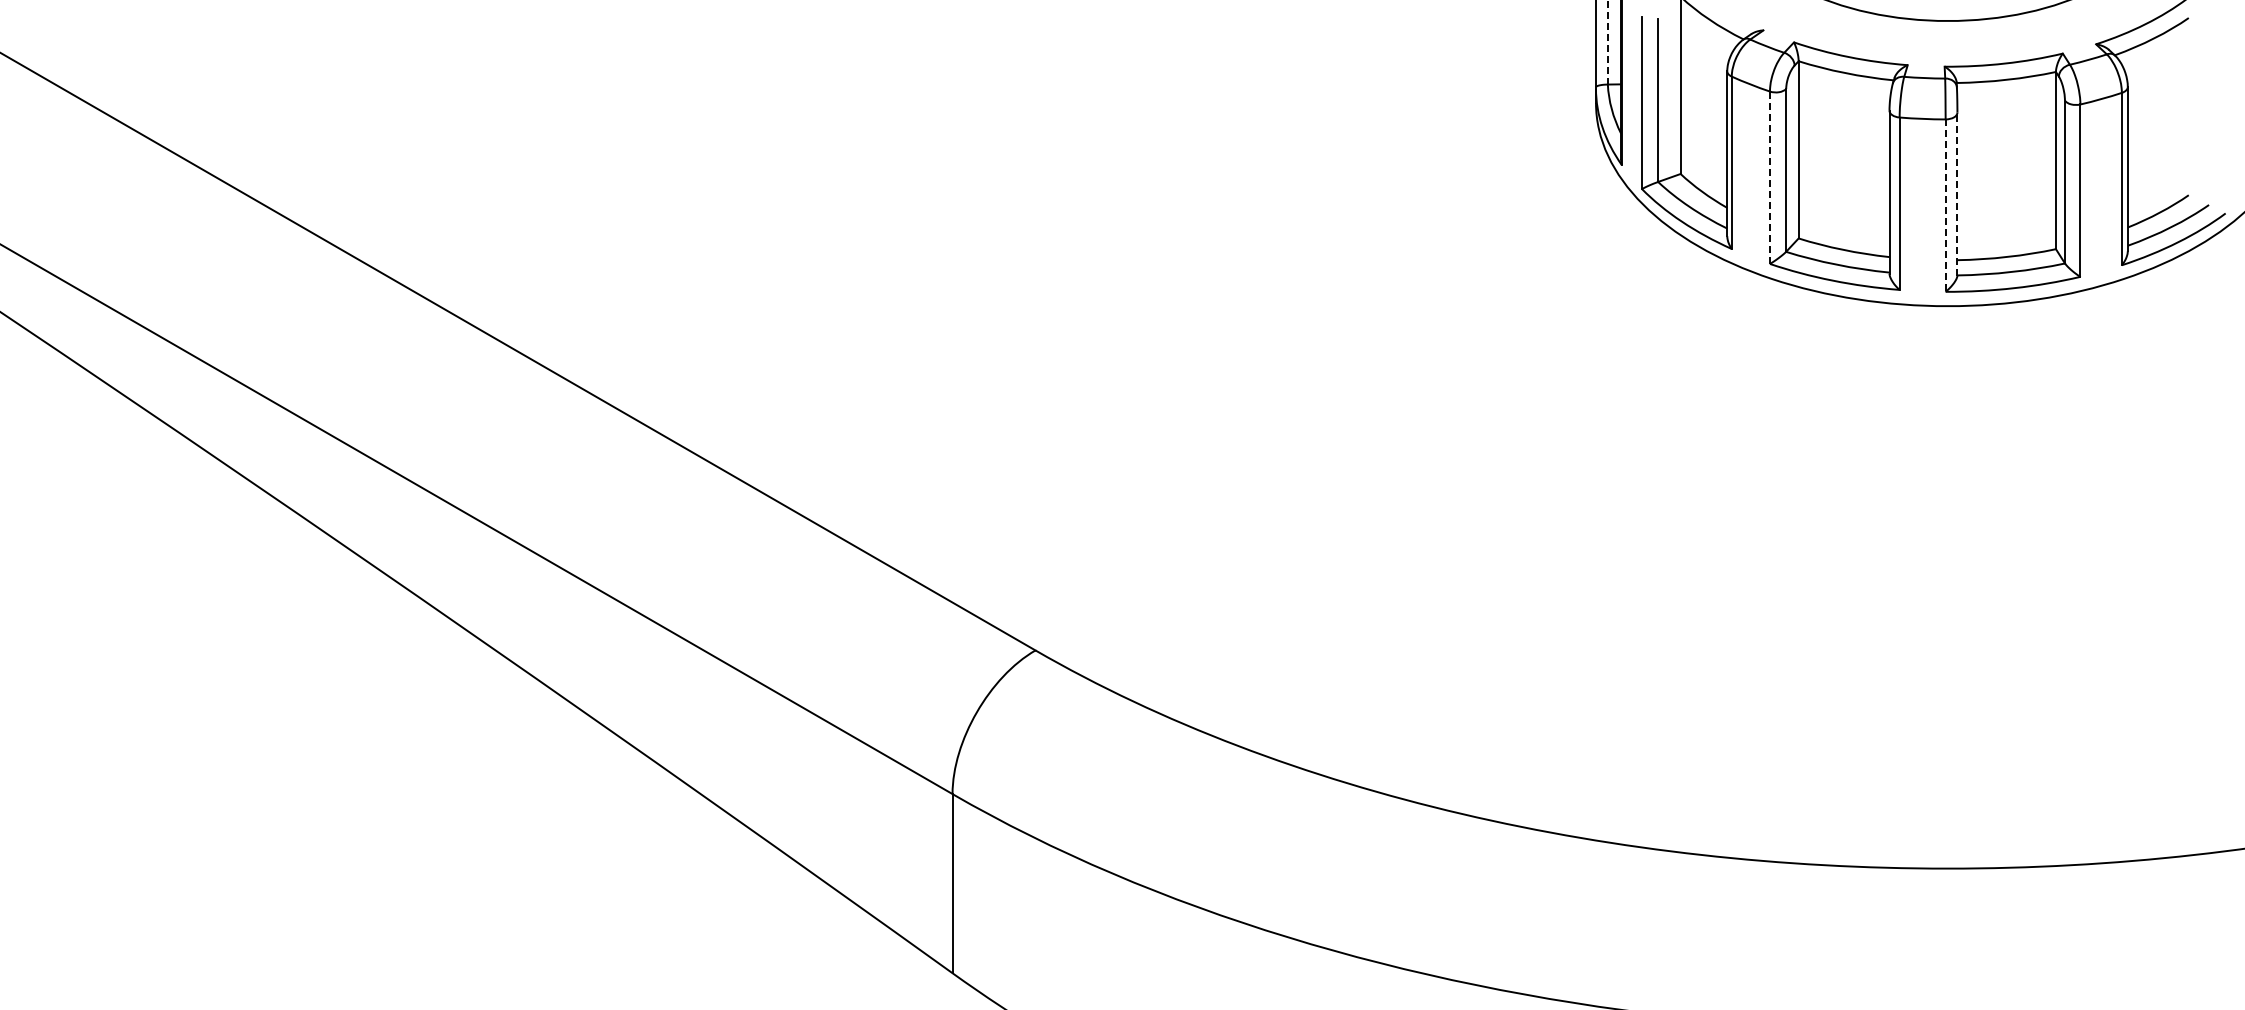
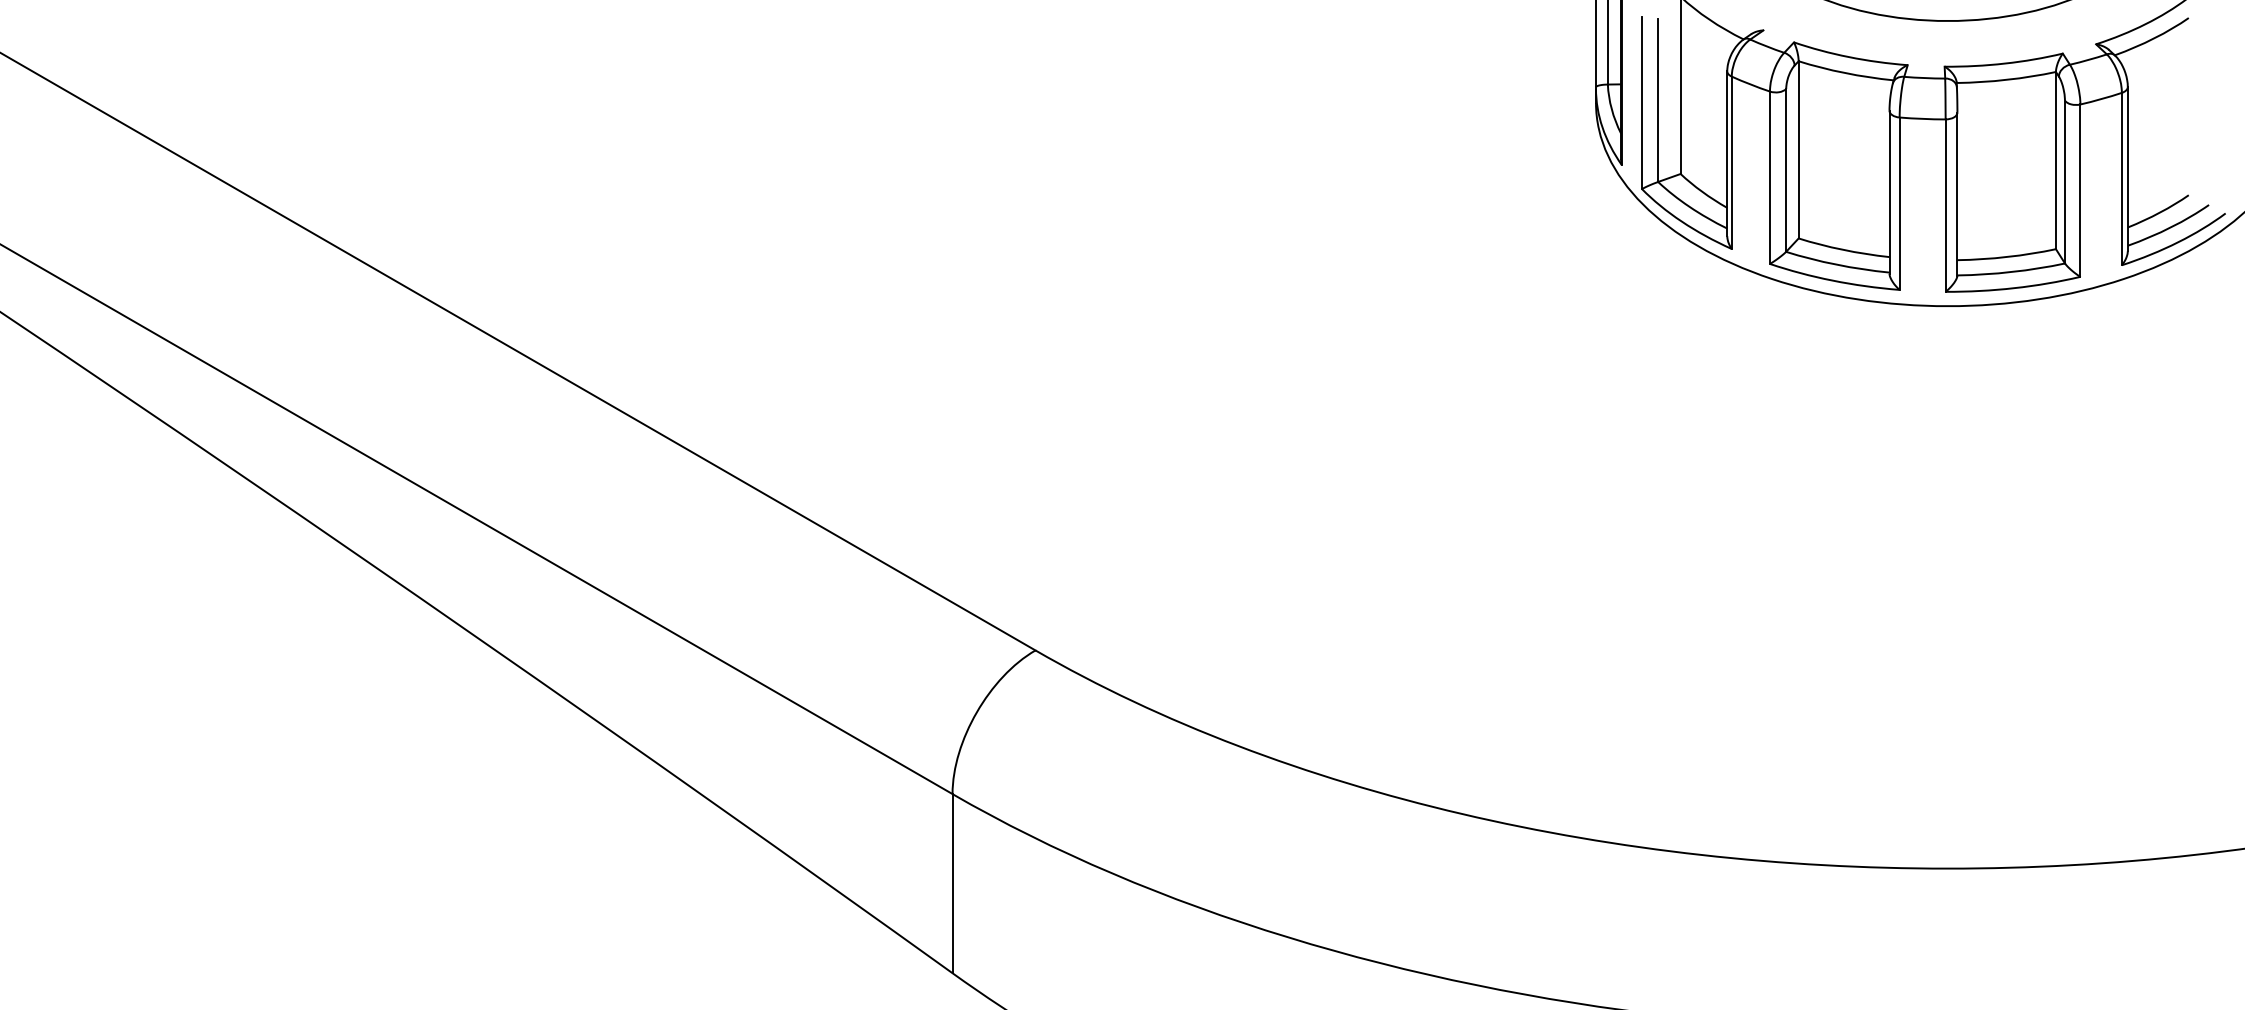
line at (1608, 42): dashed -> solid
line at (1769, 178): dashed -> solid
line at (1957, 193): dashed -> solid
line at (1945, 206): dashed -> solid
